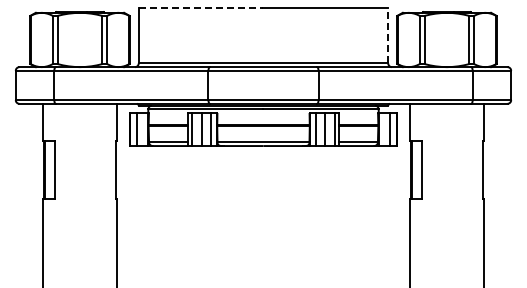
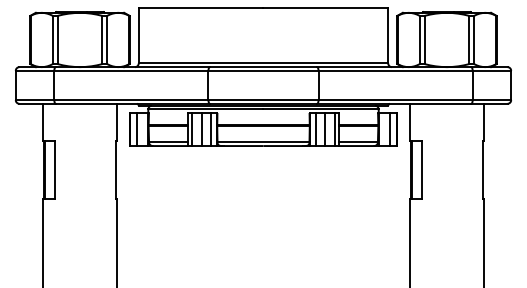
line at (201, 8): dashed -> solid
line at (388, 35): dashed -> solid
